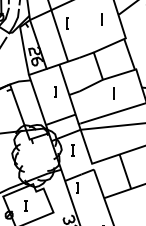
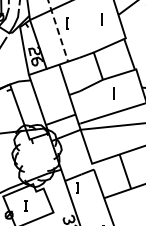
line at (58, 30): solid -> dashed
line at (55, 91): present -> none
part at (72, 150): present -> none
